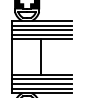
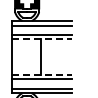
line at (42, 30): present -> none
line at (42, 39): solid -> dashed
line at (42, 74): solid -> dashed
line at (42, 84): present -> none
